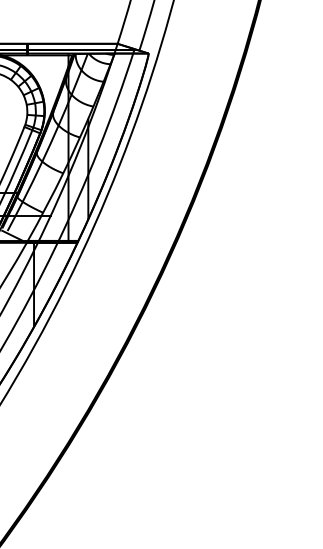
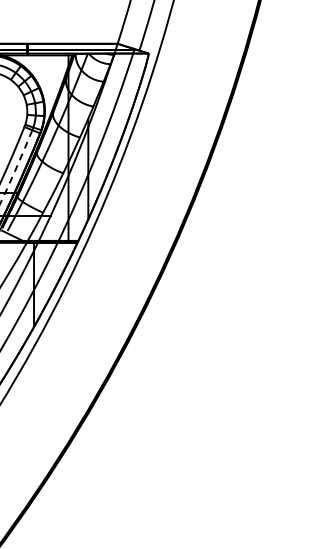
arc at (16, 167): solid -> dashed
